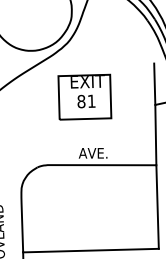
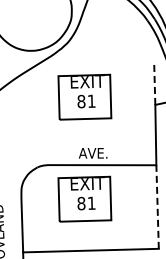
line at (154, 84): solid -> dashed
part at (84, 198): none -> present
line at (157, 207): solid -> dashed
